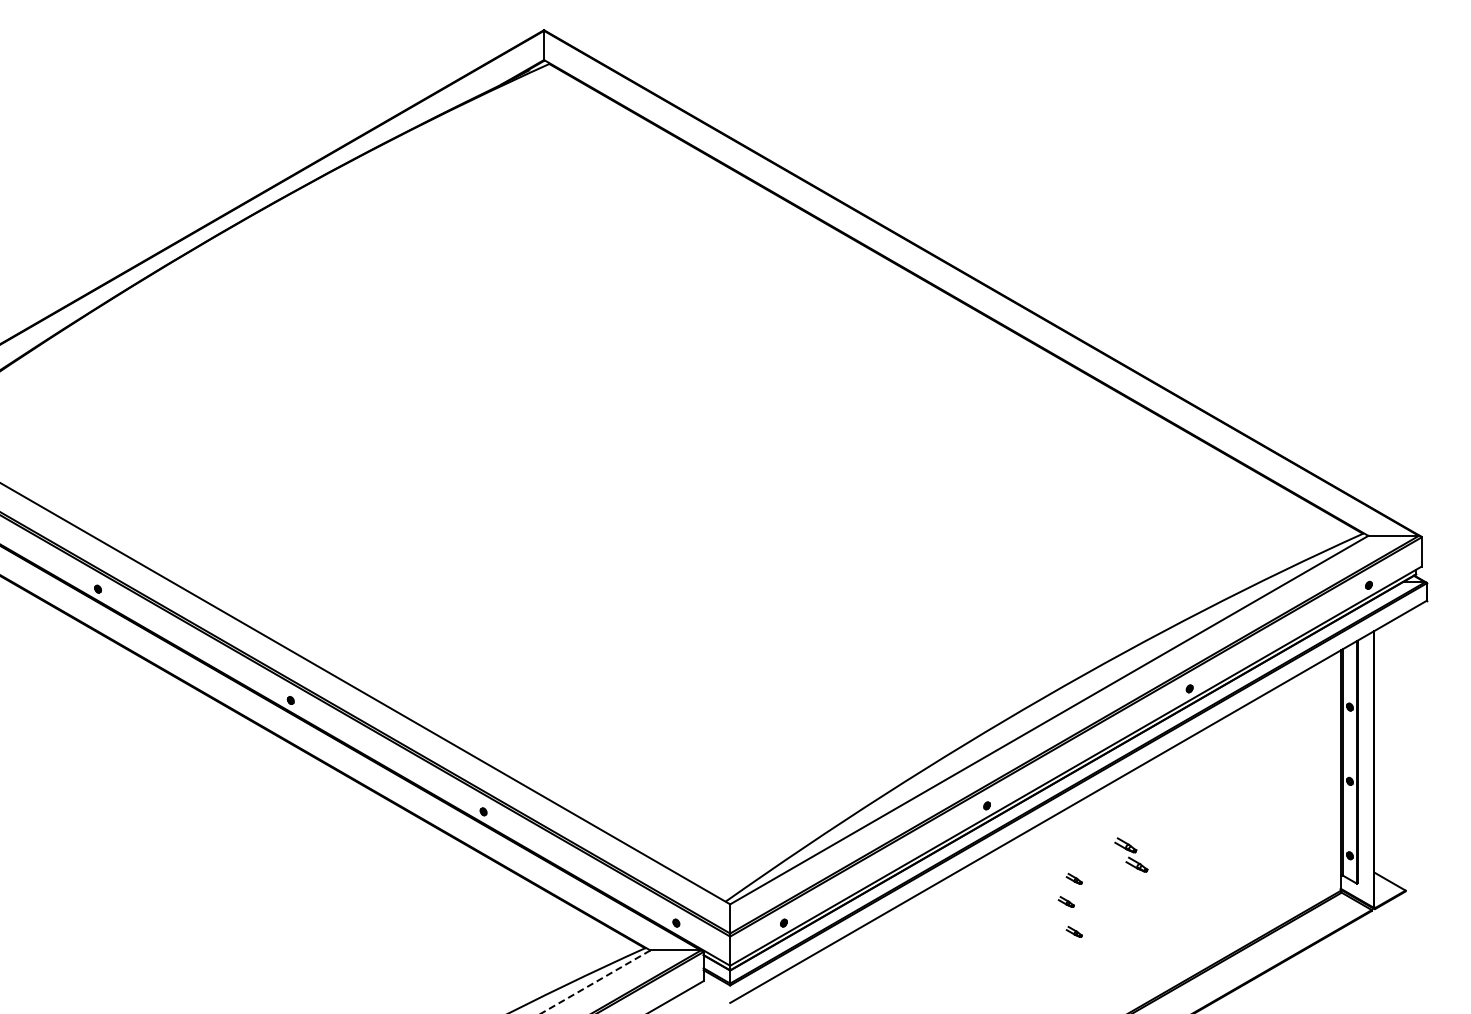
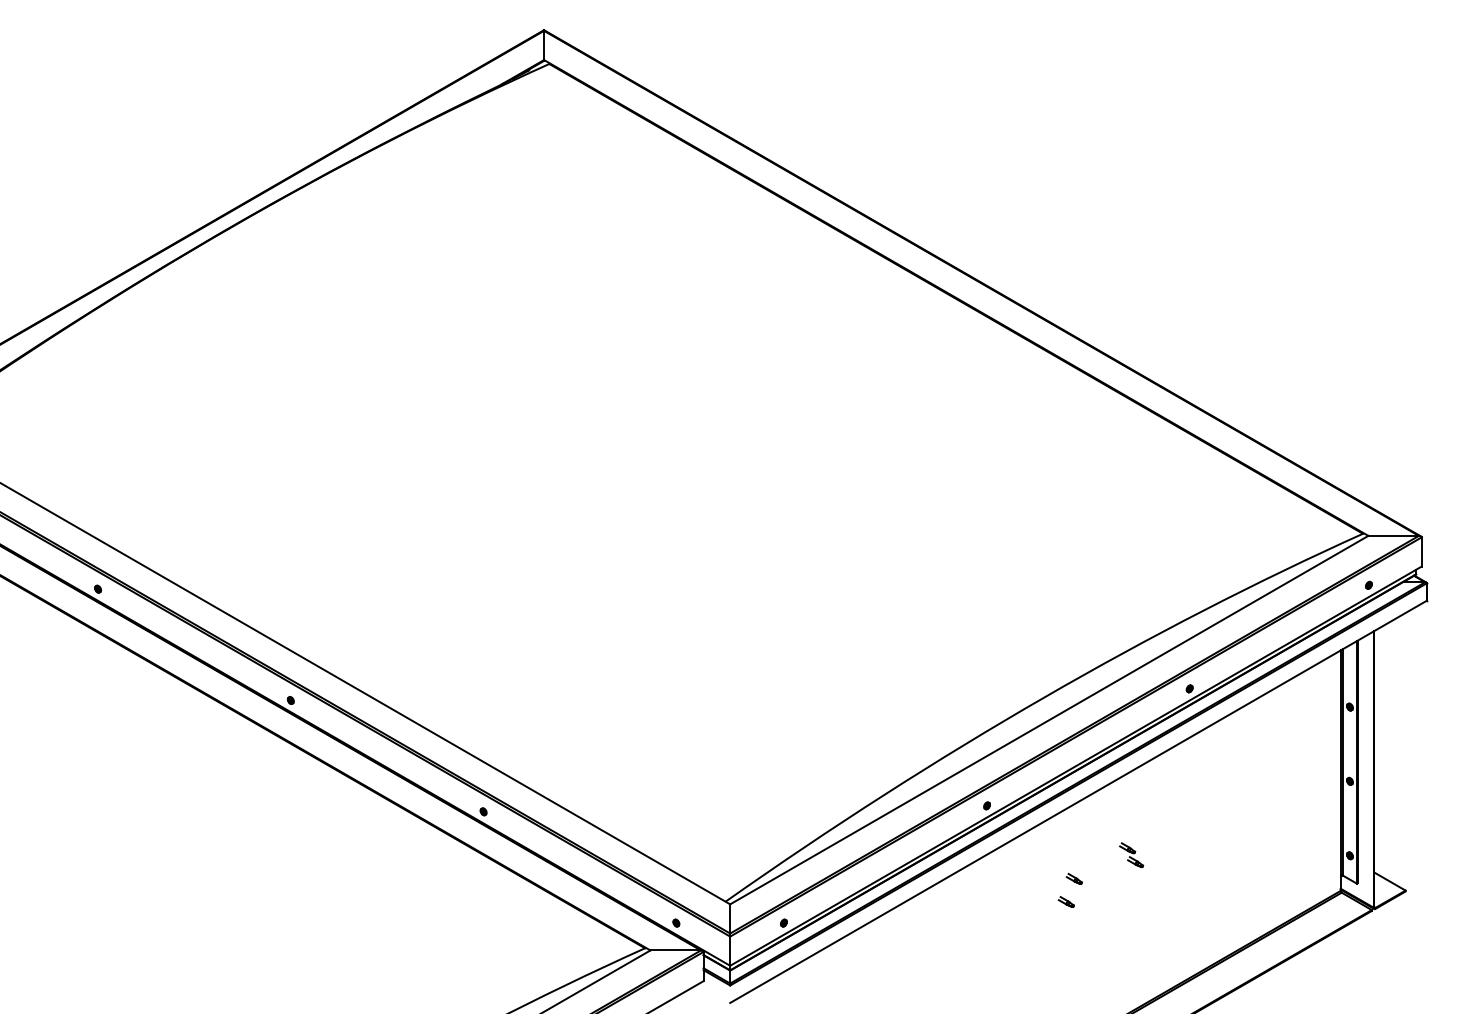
part at (1131, 854) size: 35x36 px -> 26x27 px
part at (1073, 931): present -> none
line at (594, 982): dashed -> solid
